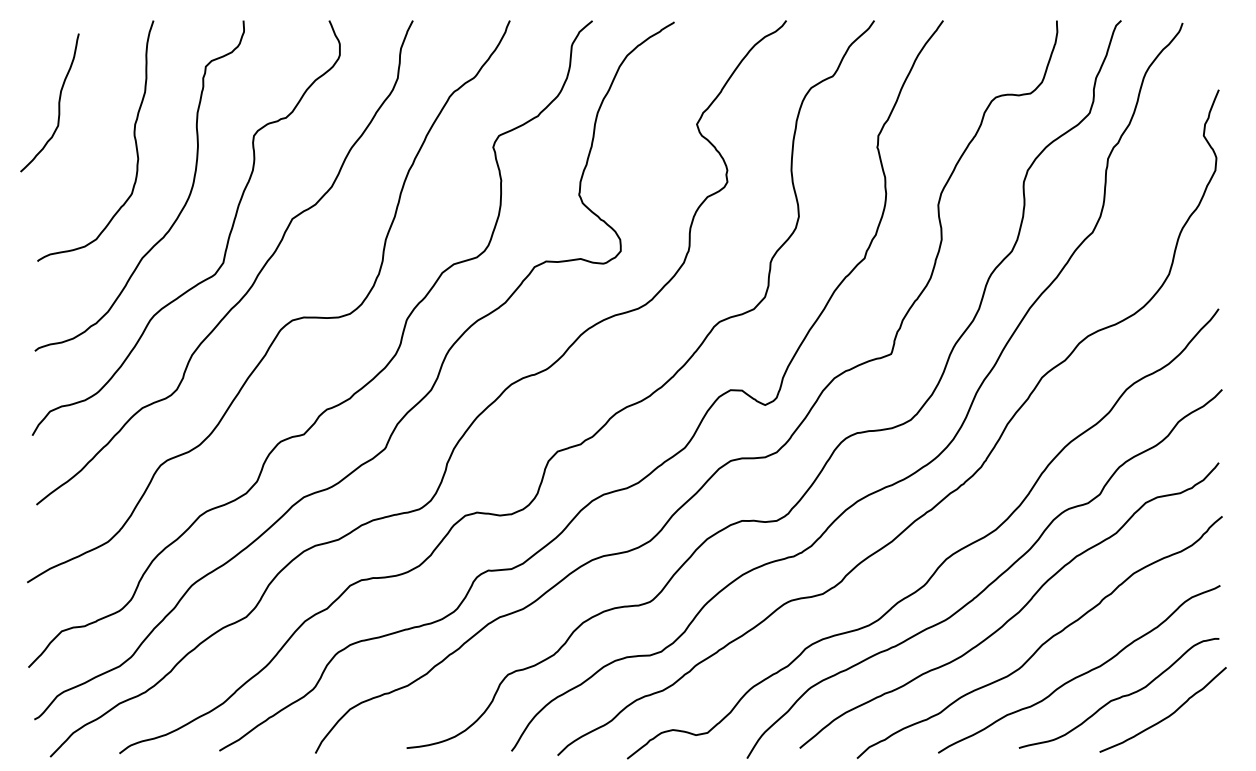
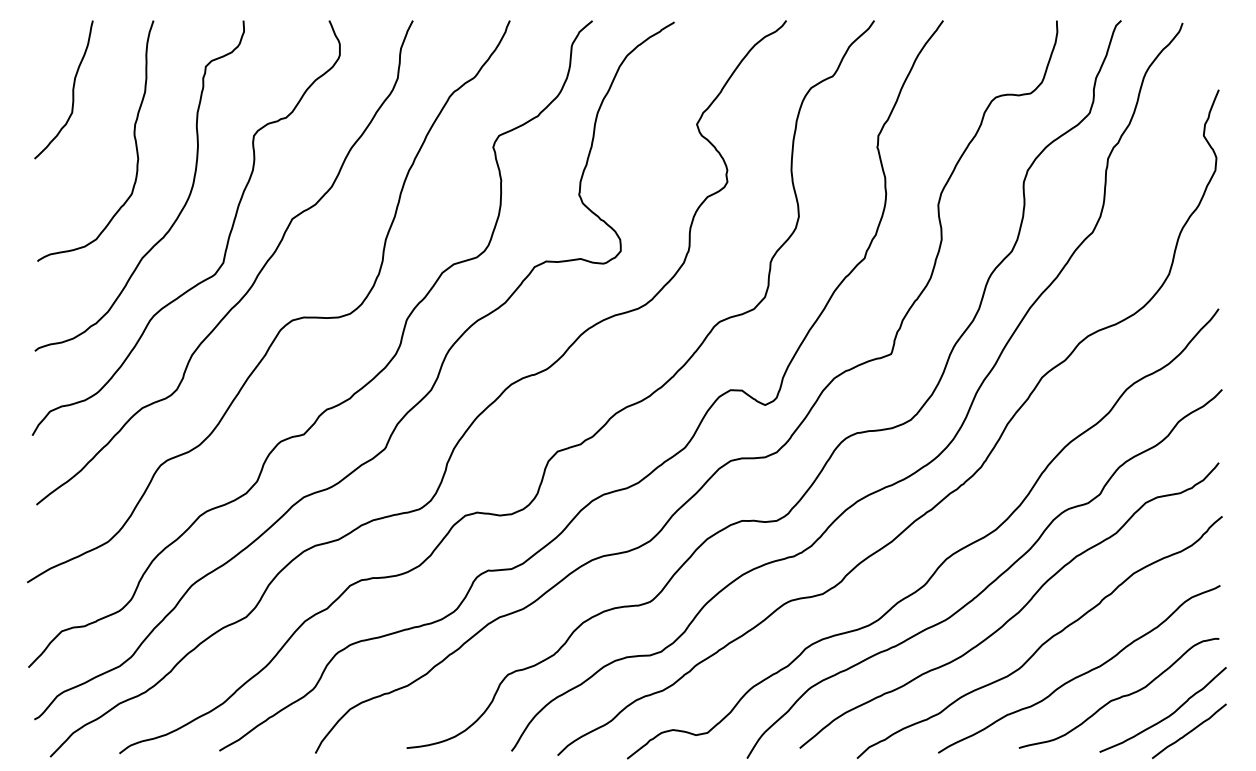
curve at (58, 102) position: (58, 102) -> (72, 89)
curve at (1189, 731): none -> present
